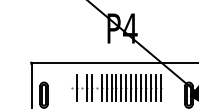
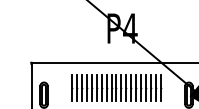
line at (71, 88): none -> present
line at (81, 88): none -> present
line at (96, 88): none -> present
